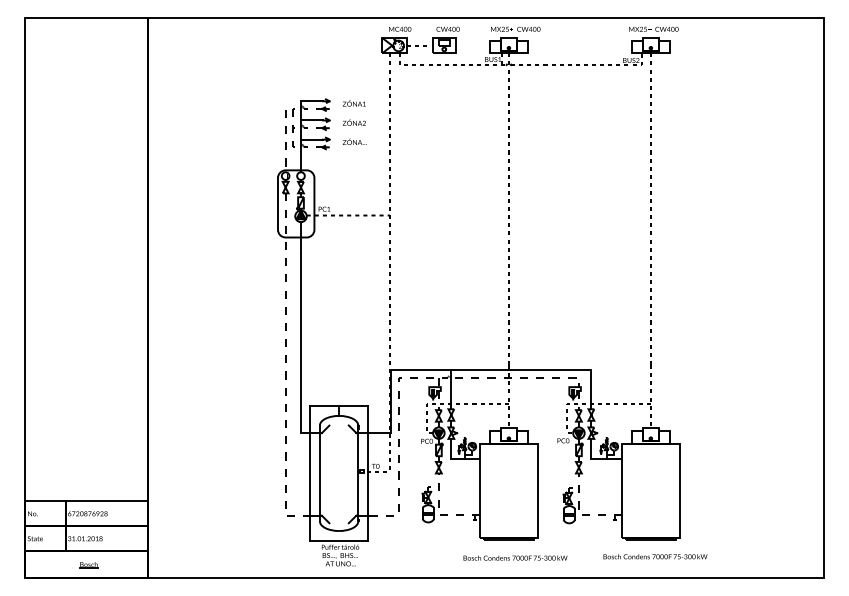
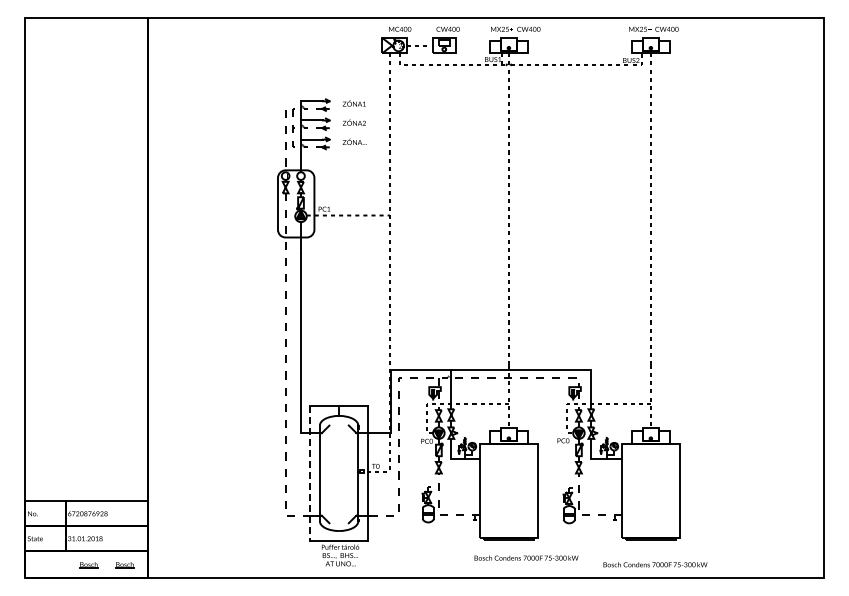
line at (310, 473): solid -> dashed
text at (655, 556) position: (655, 556) -> (655, 564)
text at (515, 557) position: (515, 557) -> (526, 557)
part at (124, 565): none -> present
